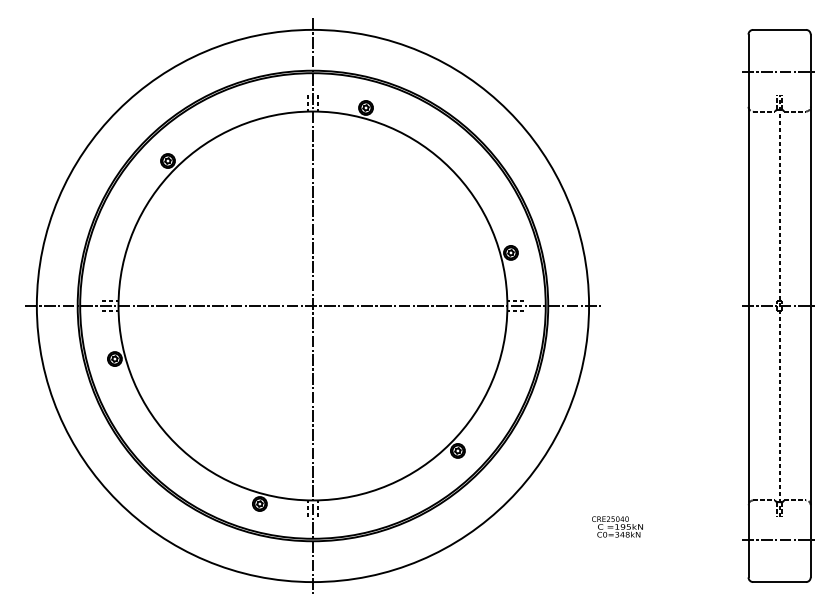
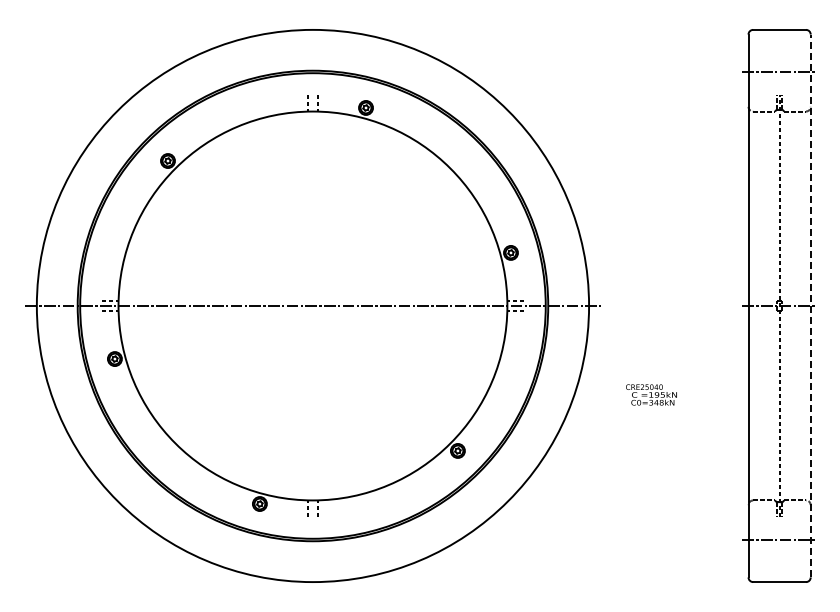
line at (312, 305): present -> none
line at (810, 305): solid -> dashed
text at (617, 526) position: (617, 526) -> (651, 394)
